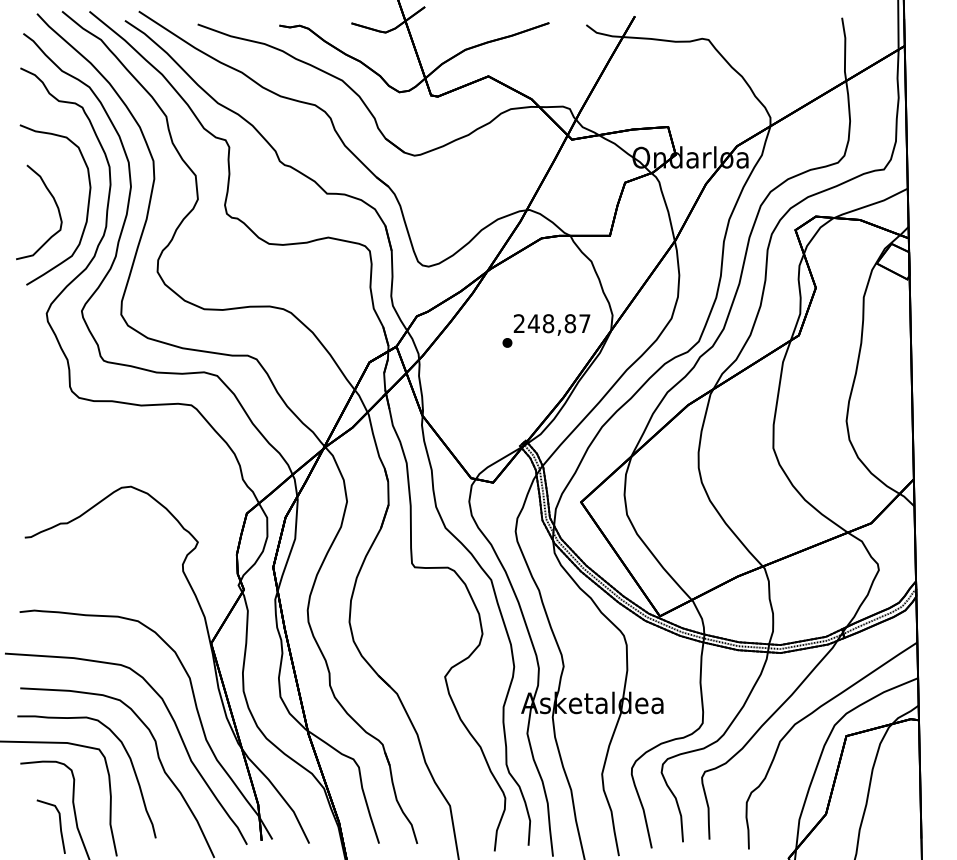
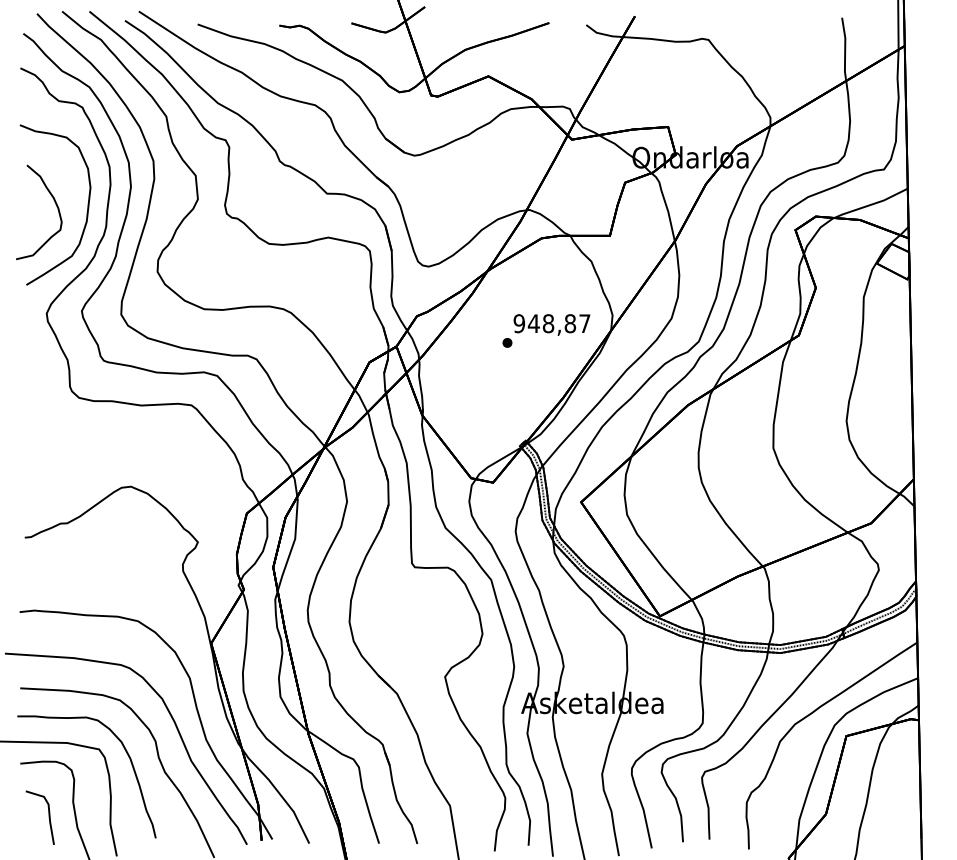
text at (519, 323): 248,87 -> 948,87
part at (59, 826) position: (59, 826) -> (48, 817)
